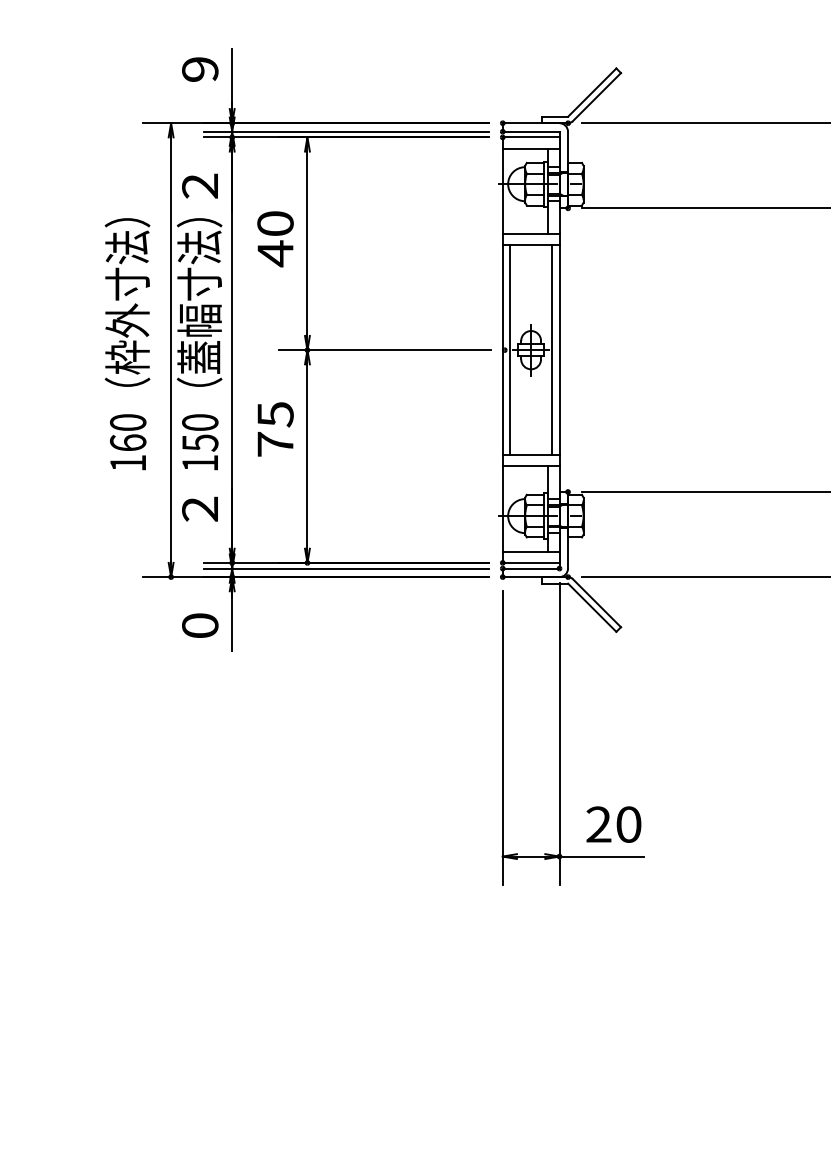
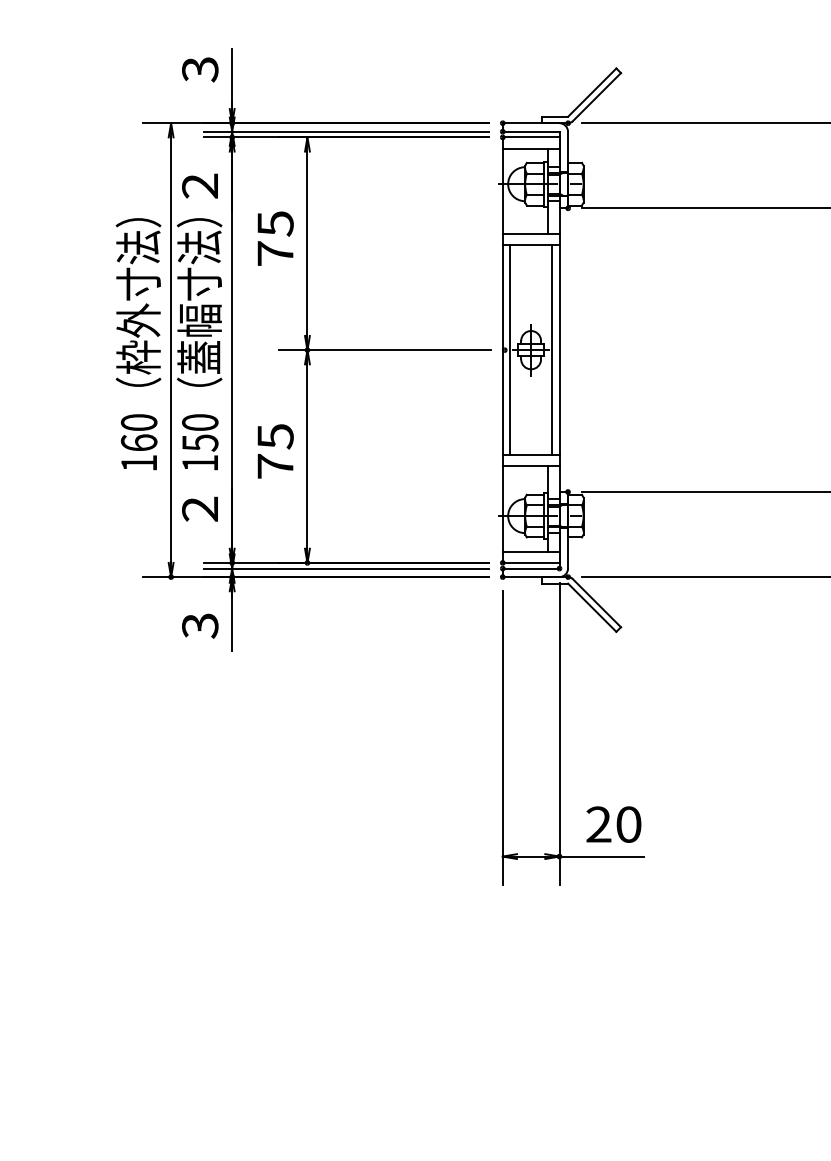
text at (200, 69): 9 -> 3
text at (275, 239): 40 -> 75
text at (127, 344) position: (127, 344) -> (138, 344)
text at (275, 429) position: (275, 429) -> (275, 451)
text at (200, 625): 0 -> 3
